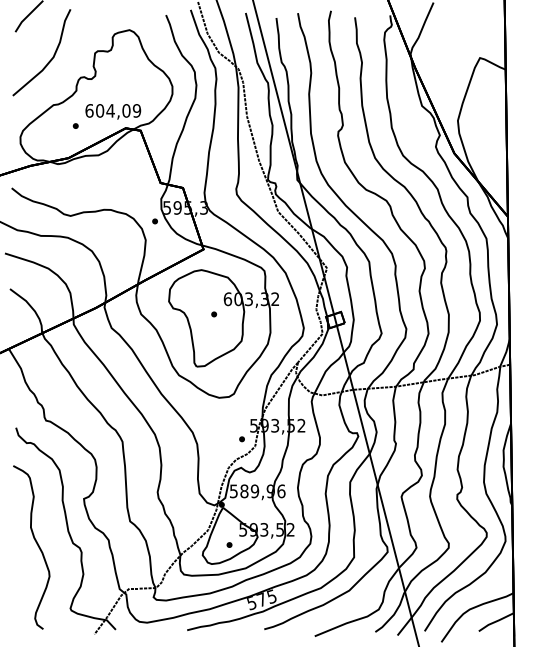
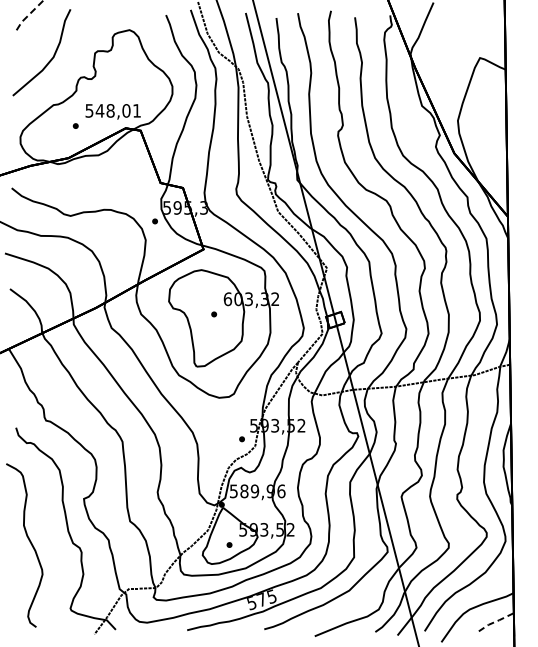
line at (28, 15): solid -> dashed
text at (113, 110): 604,09 -> 548,01
curve at (36, 544) position: (36, 544) -> (29, 542)
line at (495, 621): solid -> dashed
